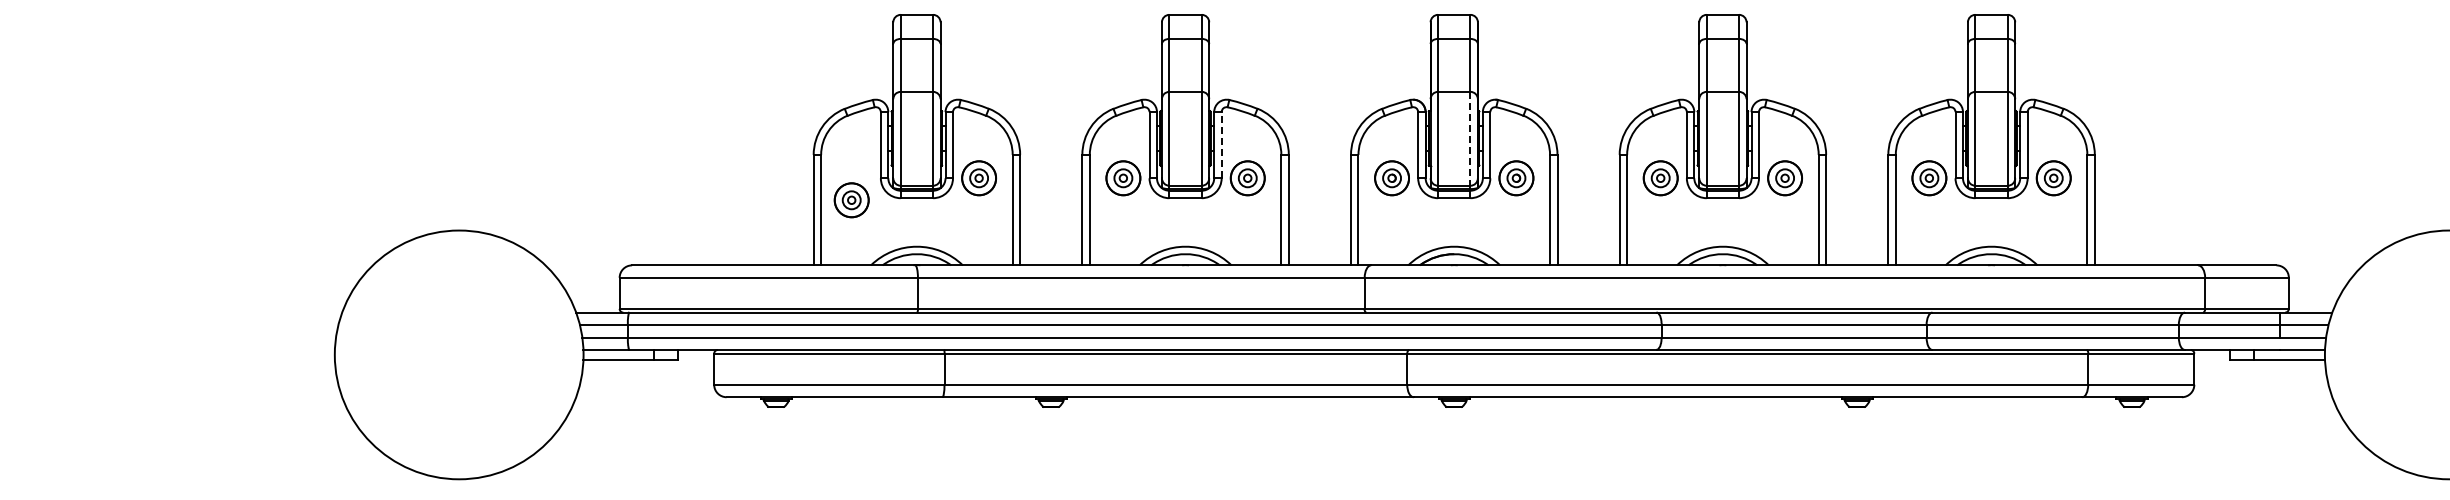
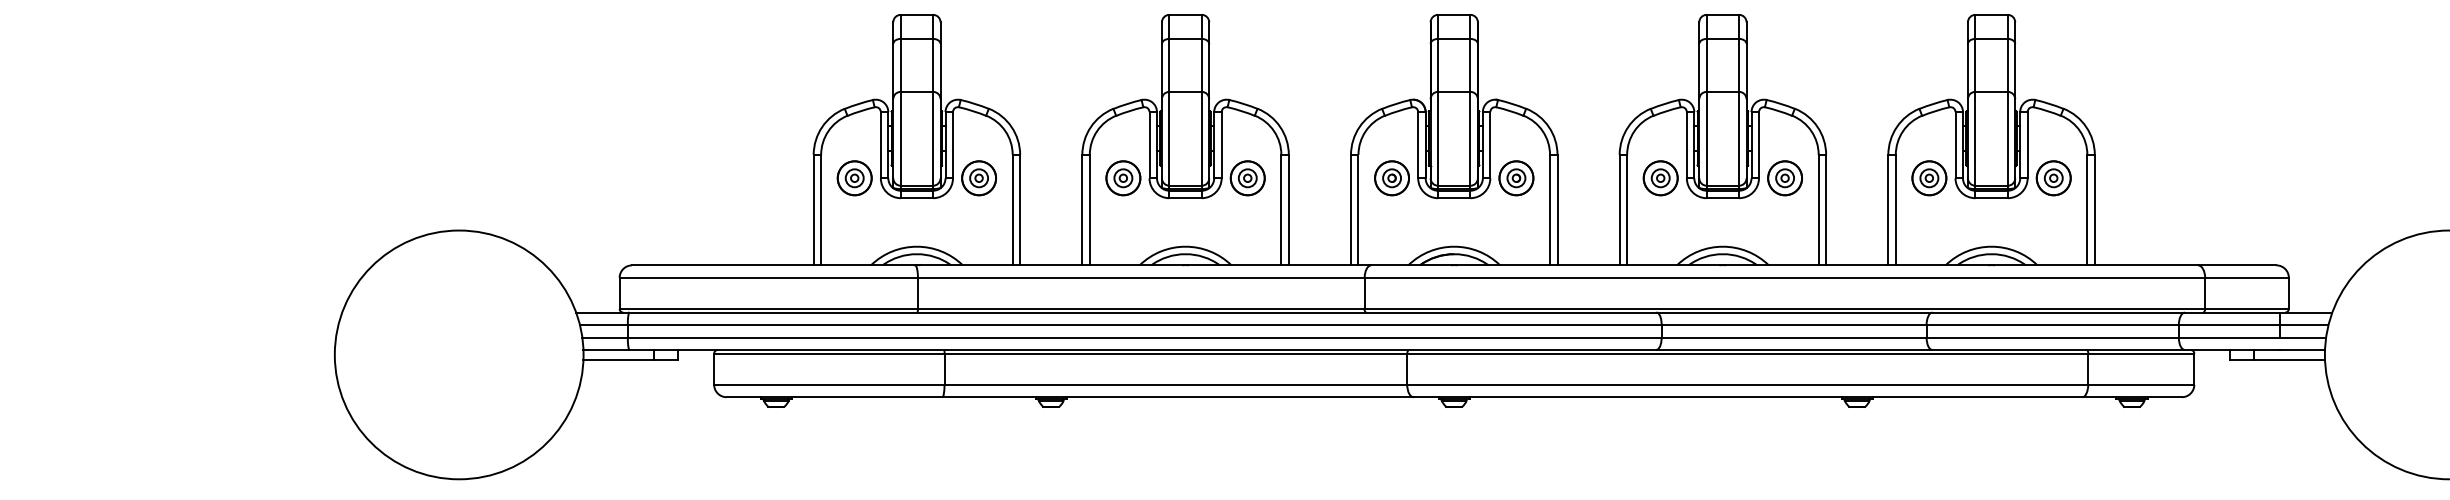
line at (1470, 138): dashed -> solid
line at (1221, 144): dashed -> solid
part at (851, 200) position: (851, 200) -> (854, 178)
